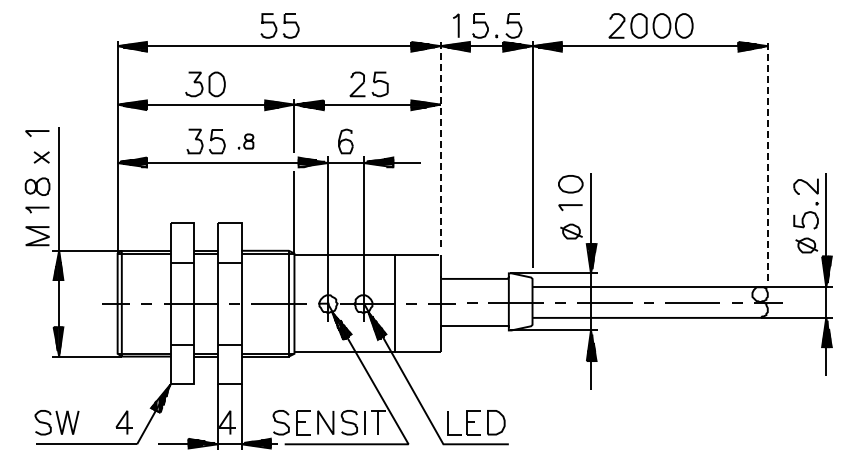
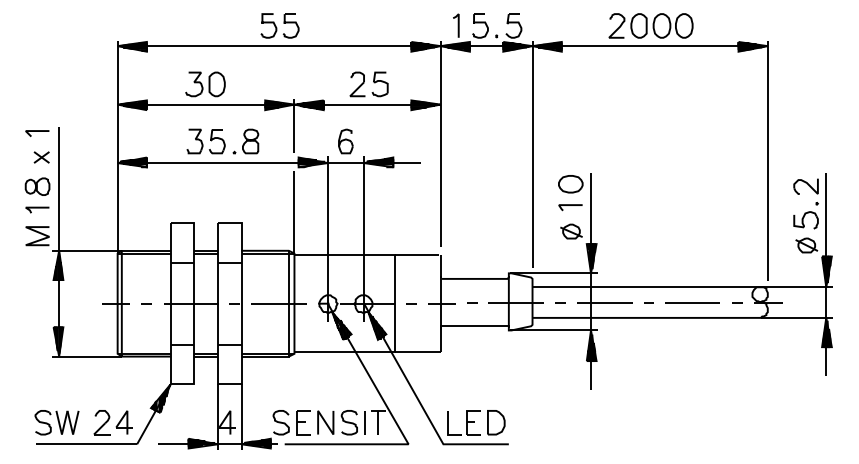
part at (245, 141) size: 18x17 px -> 28x27 px
line at (440, 143): dashed -> solid
line at (767, 160): dashed -> solid
part at (101, 422): none -> present
